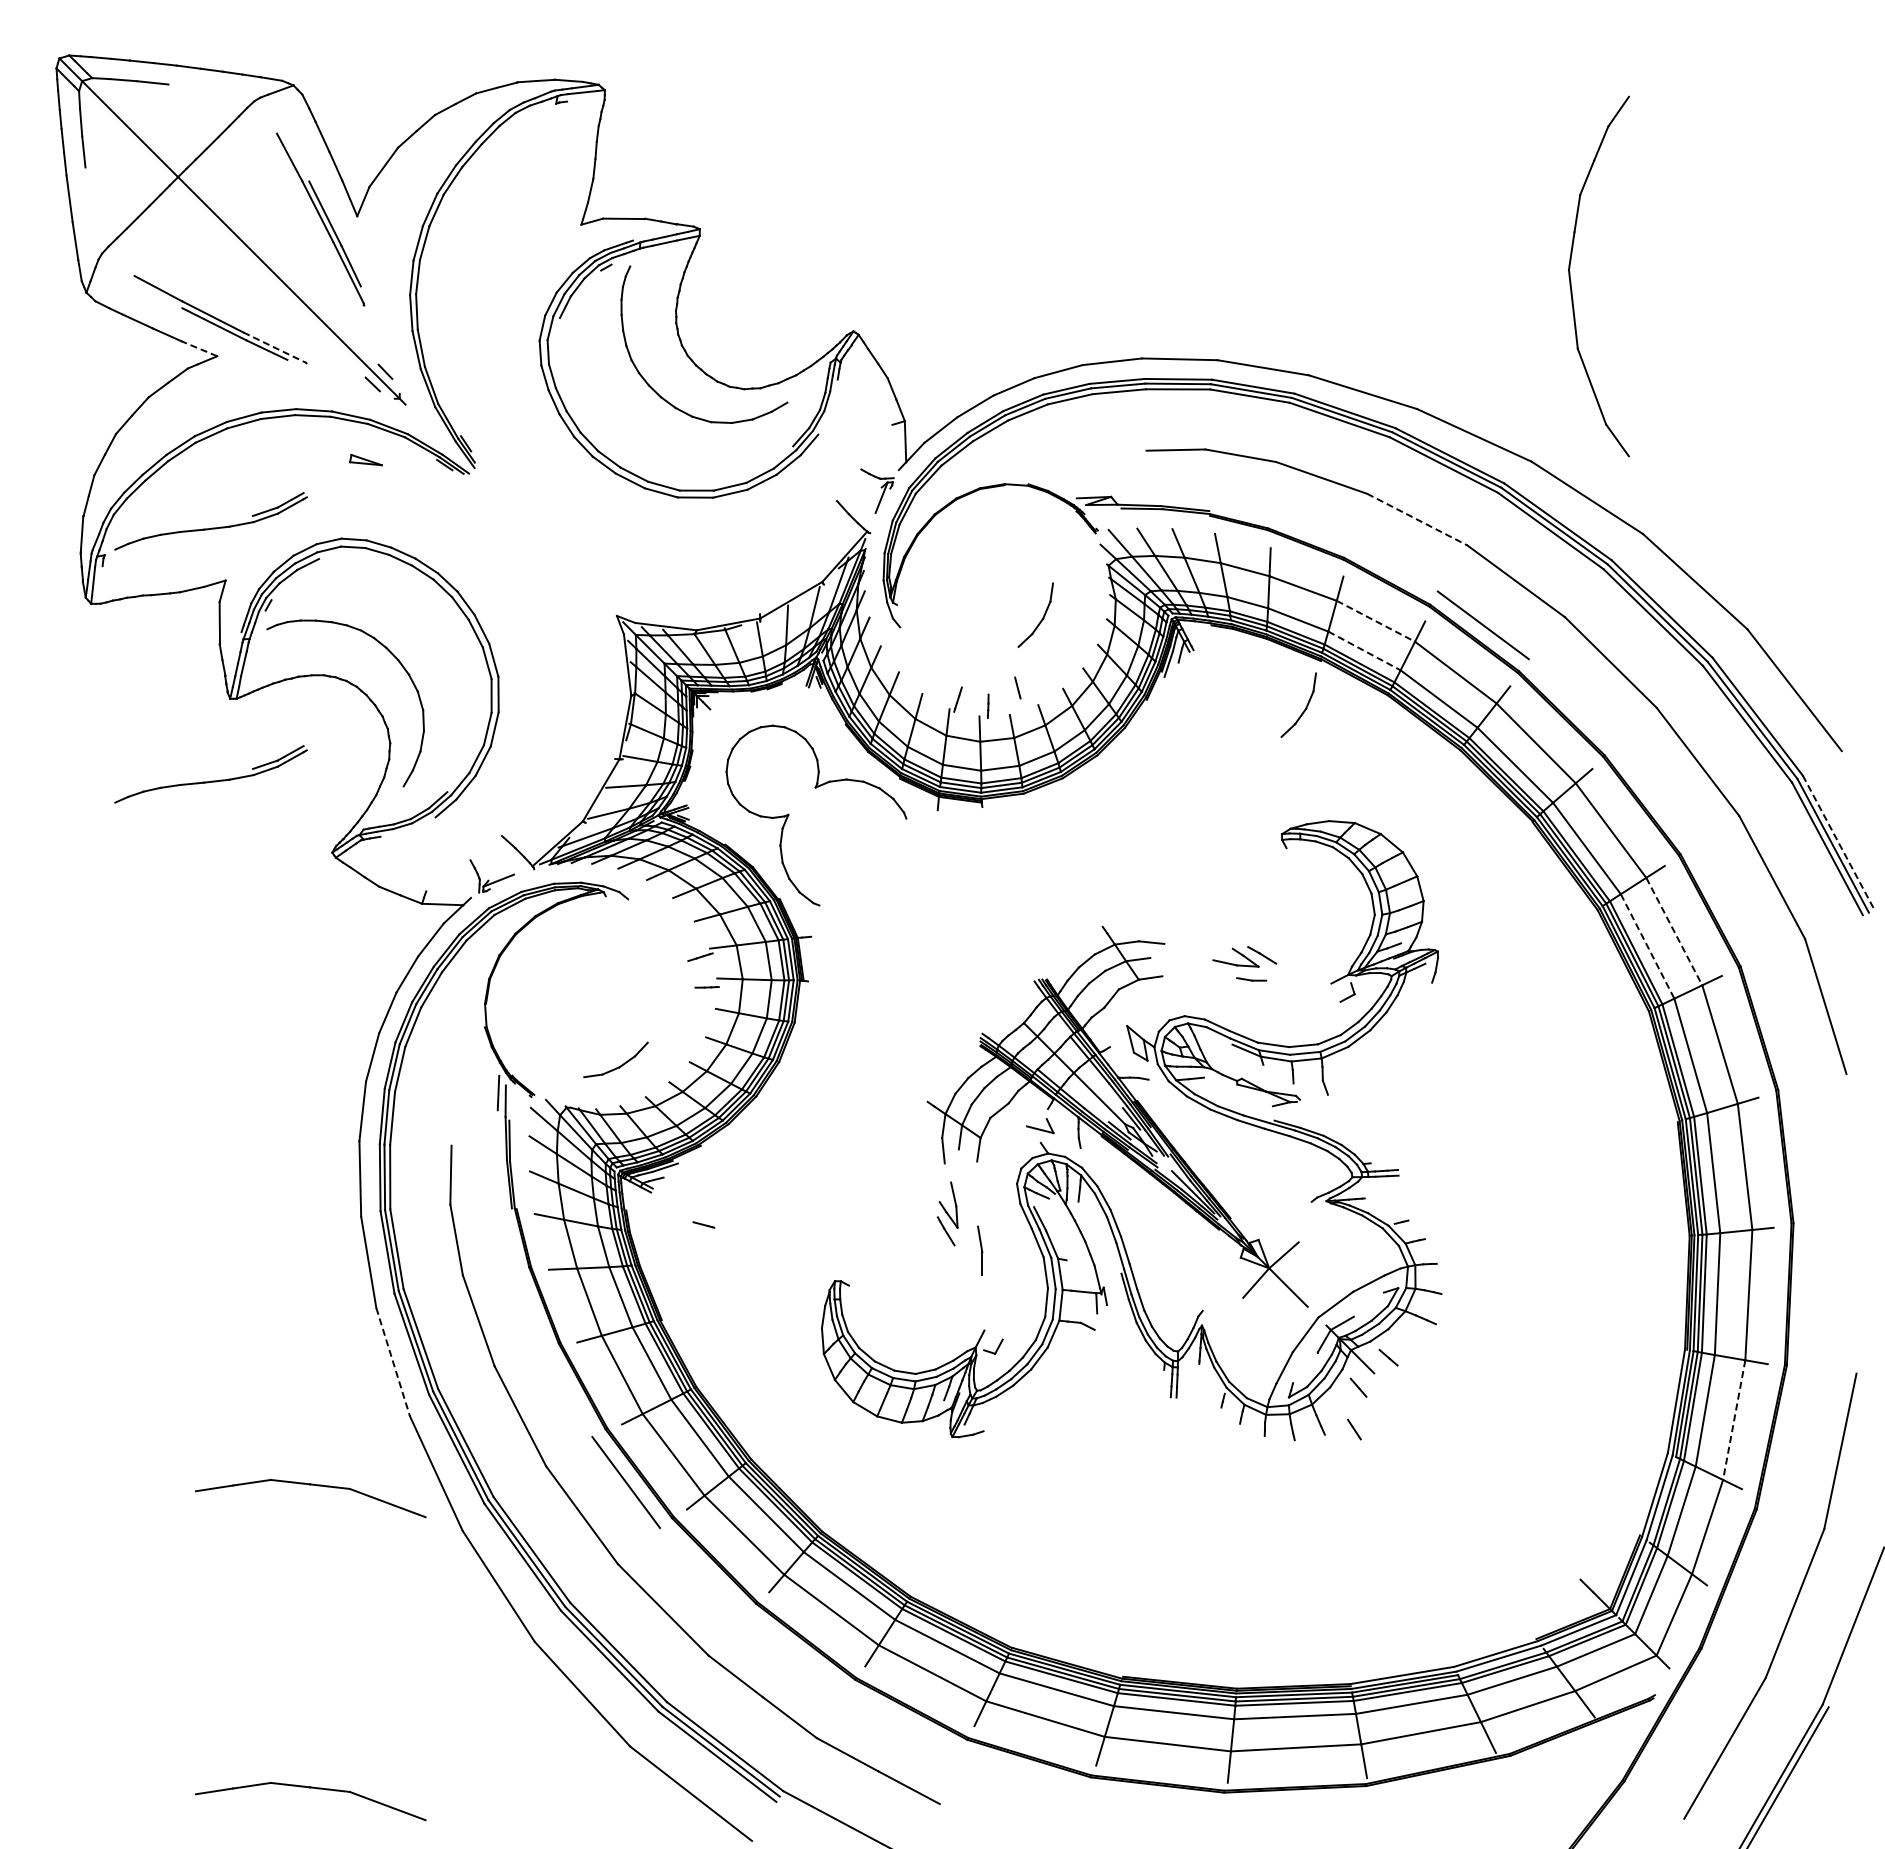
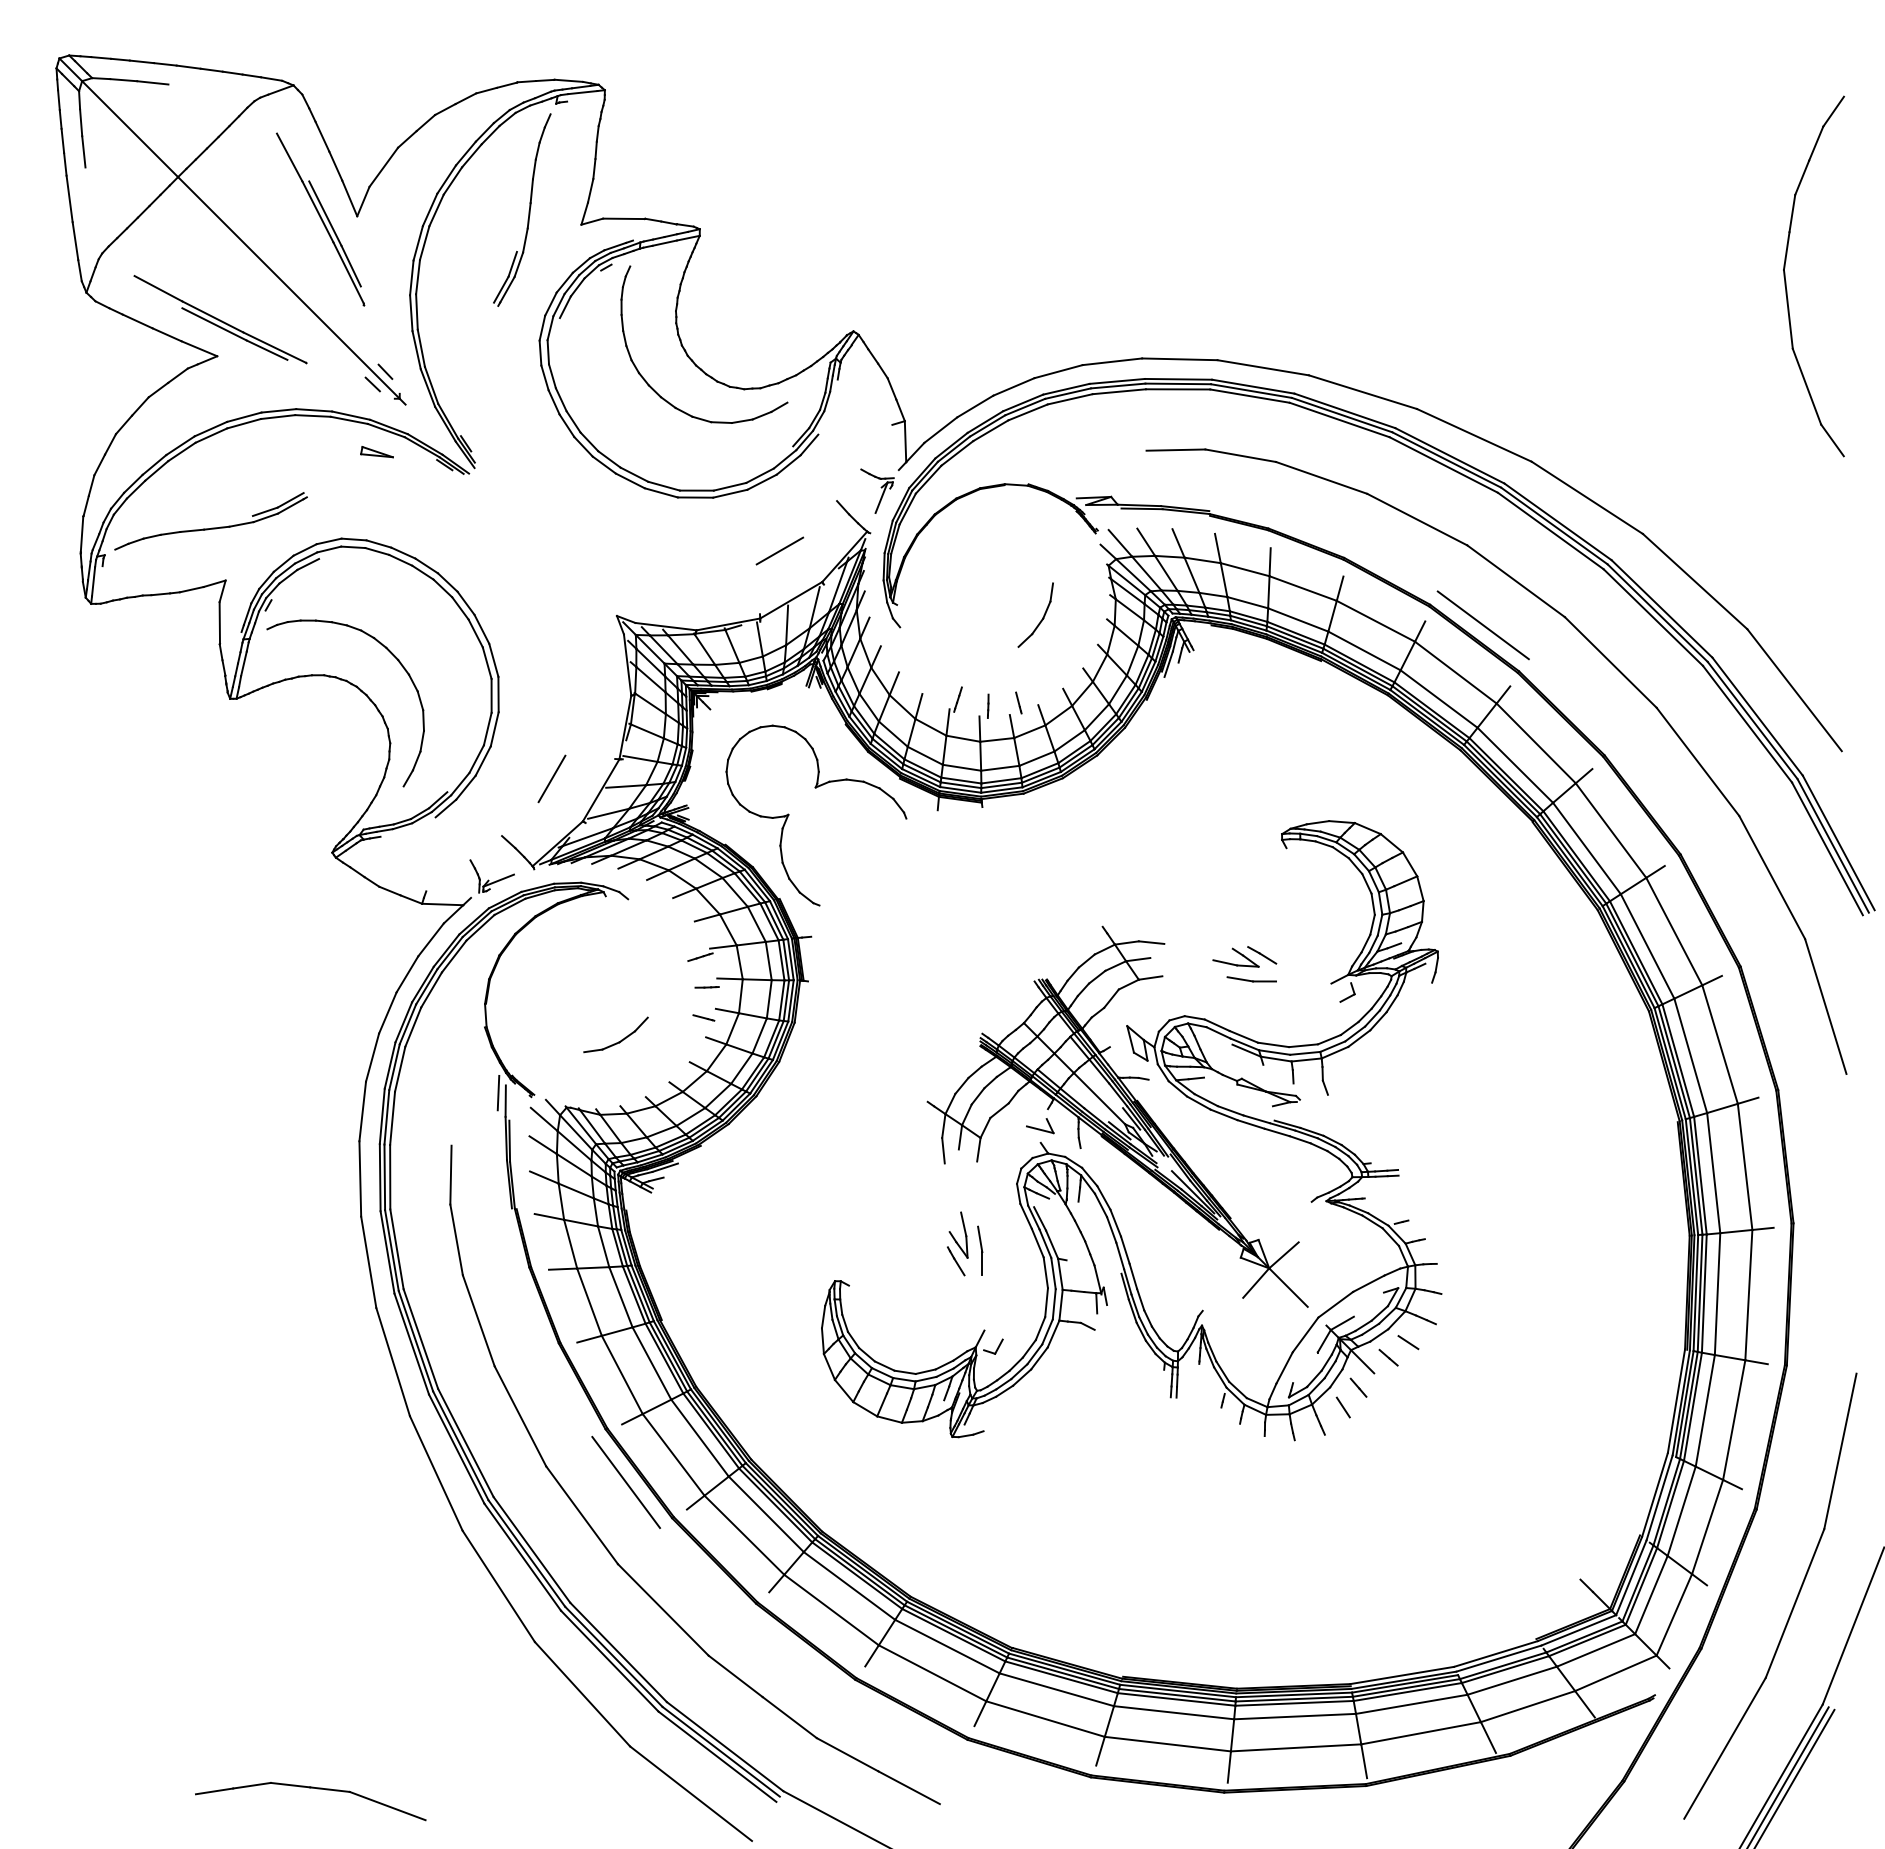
part at (528, 210): none -> present
part at (1571, 281) position: (1571, 281) -> (1786, 281)
line at (274, 347): dashed -> solid
line at (199, 348): dashed -> solid
part at (365, 460) position: (365, 460) -> (376, 452)
line at (1417, 519): dashed -> solid
line at (779, 550): none -> present
line at (1376, 621): dashed -> solid
line at (1364, 650): dashed -> solid
line at (1017, 687) position: (1017, 687) -> (1018, 702)
part at (1305, 707): present -> none
line at (551, 778): none -> present
part at (211, 780): present -> none
line at (1838, 843): dashed -> solid
line at (1674, 931): dashed -> solid
line at (1647, 946): dashed -> solid
part at (1251, 979) size: 32x5 px -> 51x7 px
part at (618, 1066) position: (618, 1066) -> (618, 1041)
part at (947, 1213) position: (947, 1213) -> (957, 1243)
line at (703, 1224) position: (703, 1224) -> (703, 1017)
line at (1408, 1342): none -> present
line at (393, 1362): dashed -> solid
line at (1734, 1420): dashed -> solid
line at (1353, 1429) position: (1353, 1429) -> (1342, 1407)
part at (310, 1485): present -> none
line at (1795, 1777): none -> present
